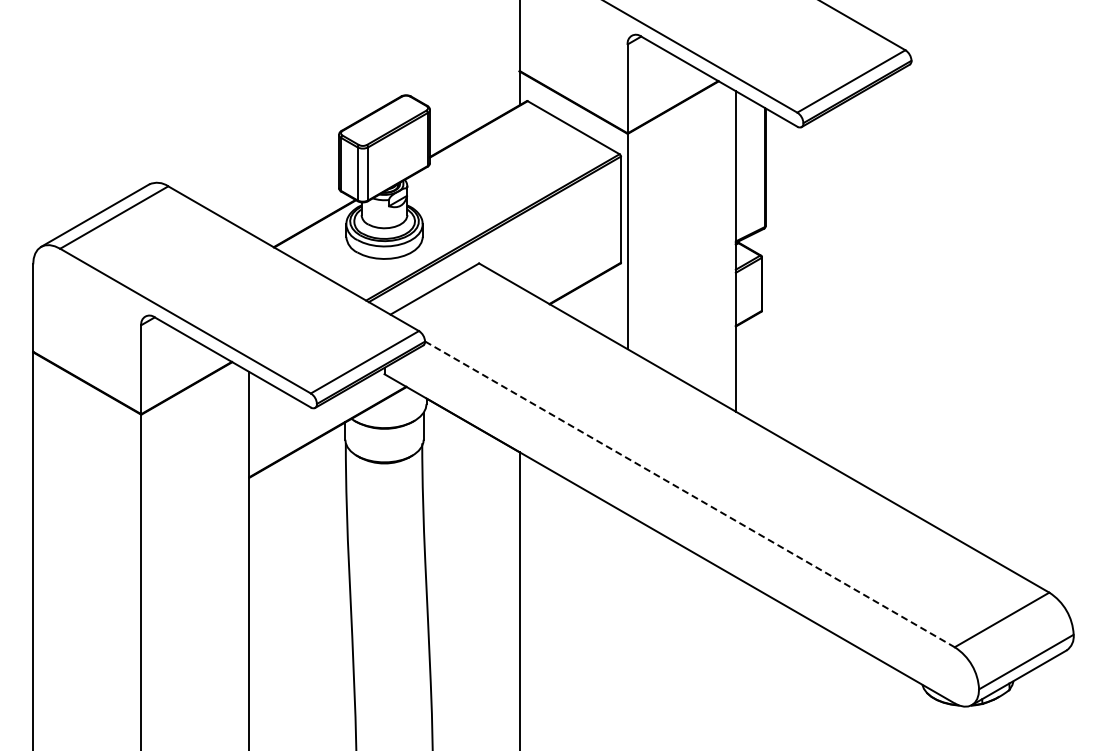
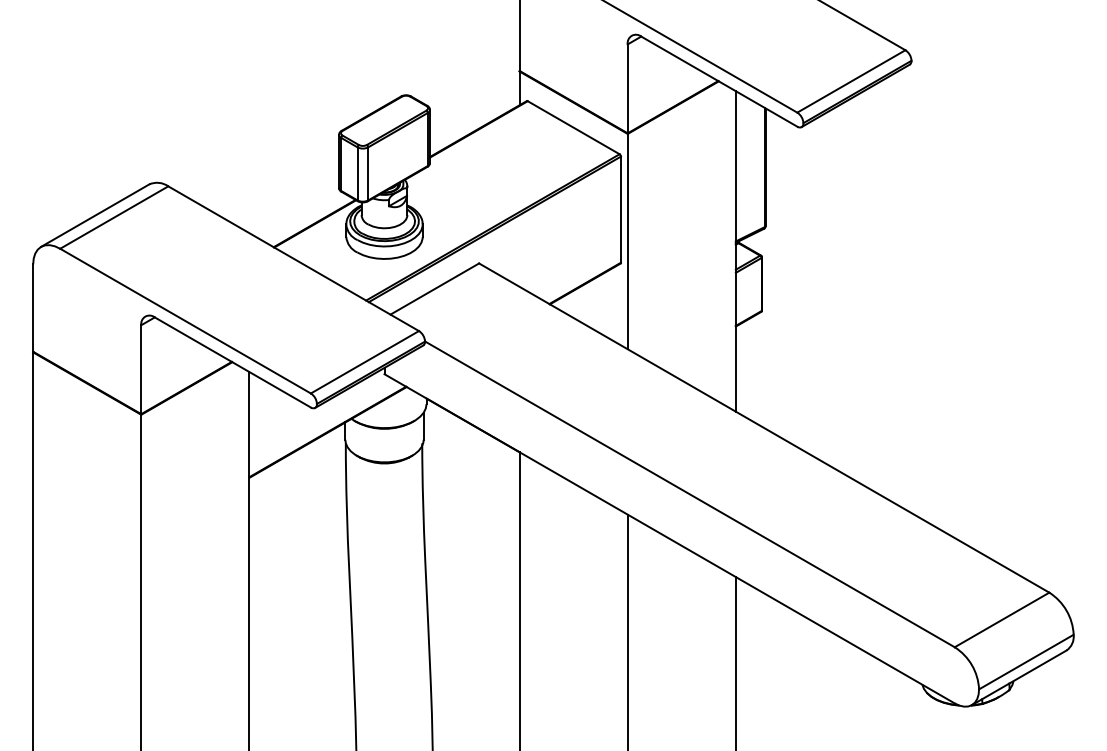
line at (689, 494): dashed -> solid
line at (627, 630): none -> present
line at (735, 662): none -> present
